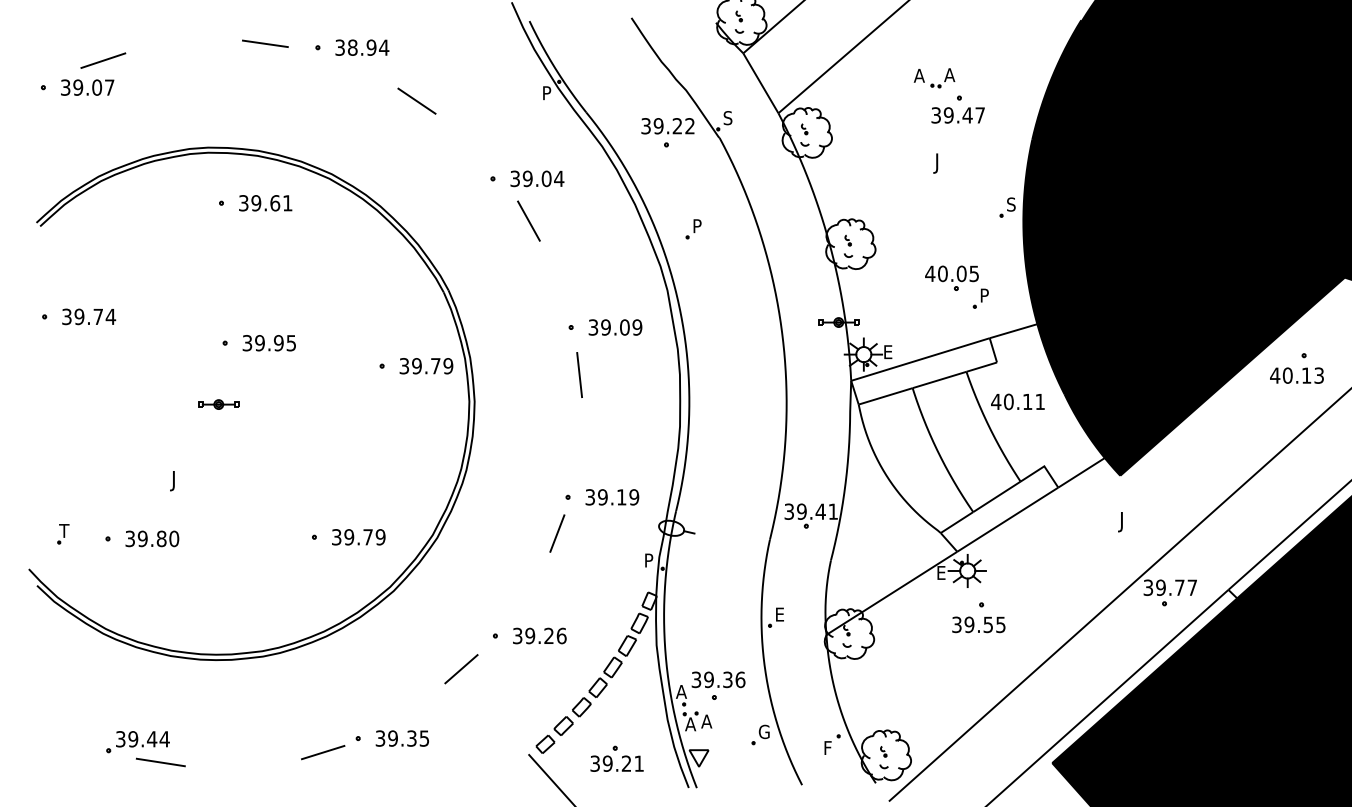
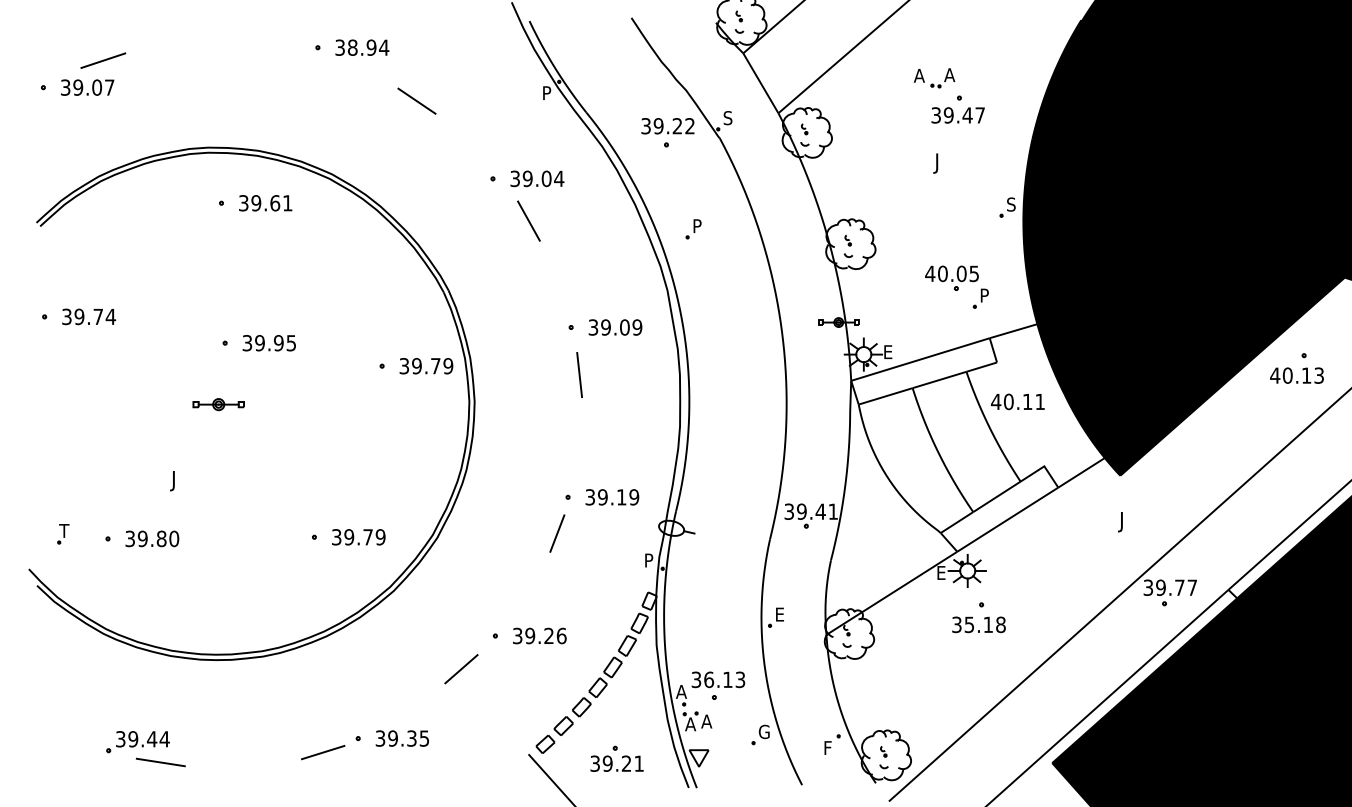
line at (265, 43): present -> none
part at (218, 404) size: 42x11 px -> 53x14 px
text at (984, 624): 39.55 -> 35.18
text at (724, 679): 39.36 -> 36.13
